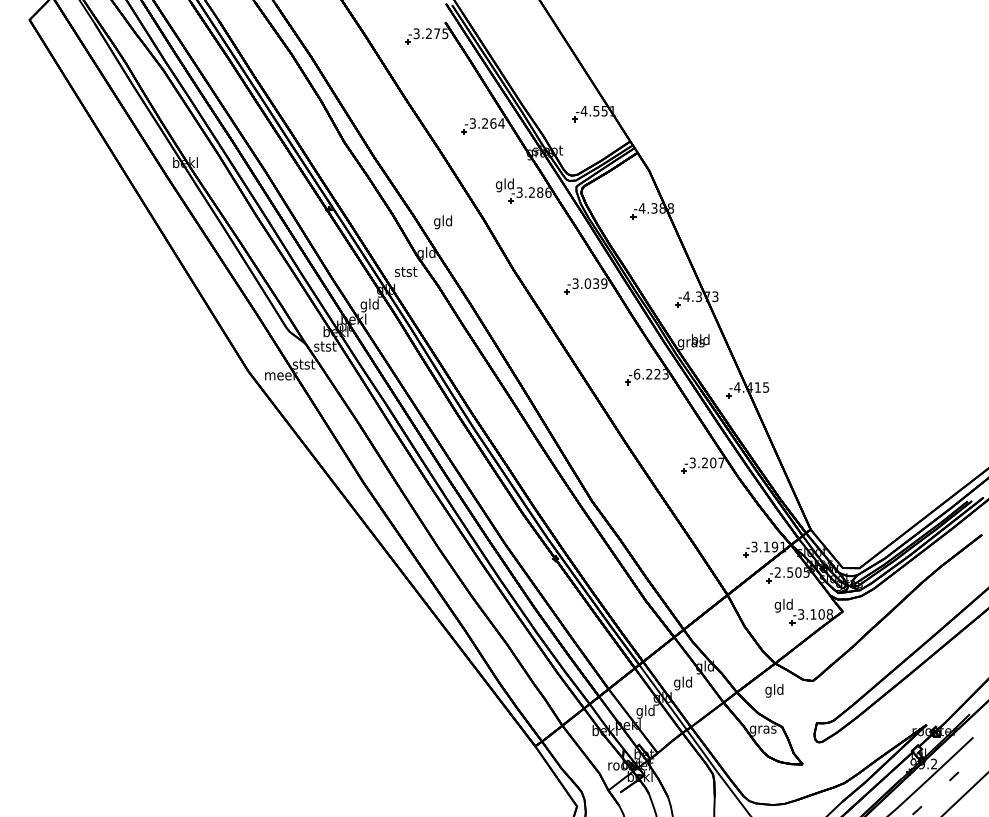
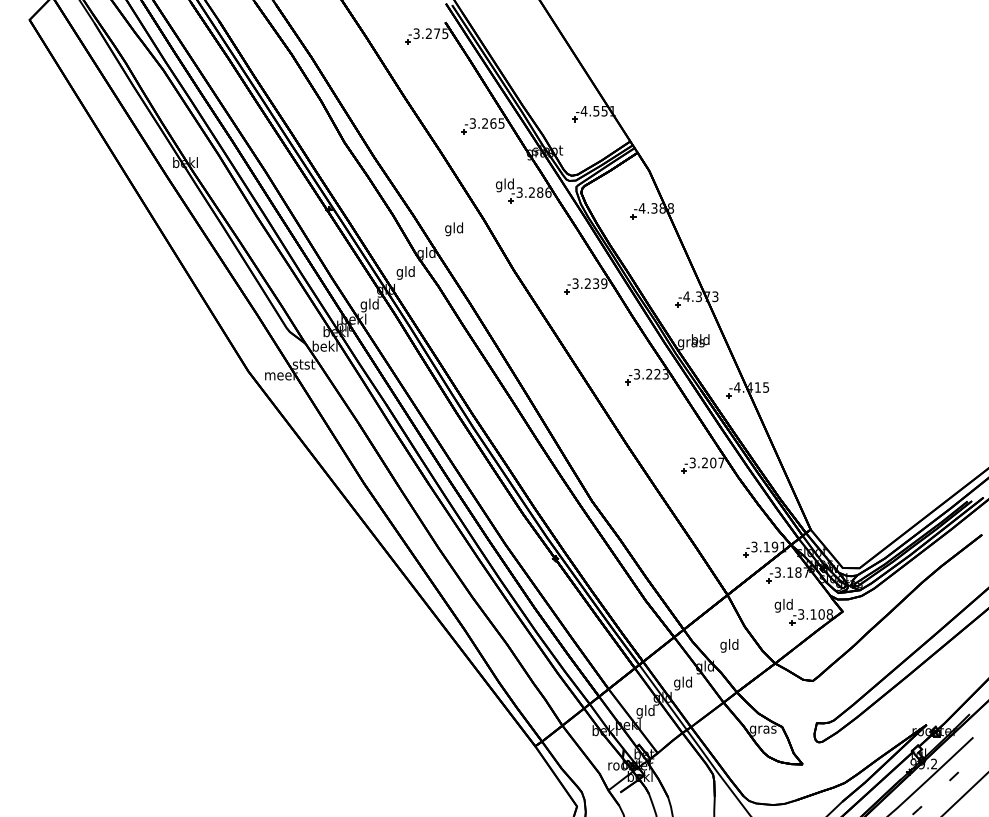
text at (501, 123): -3.264 -> -3.265
text at (442, 222) position: (442, 222) -> (453, 229)
text at (405, 272): stst -> gld
text at (587, 283): -3.039 -> -3.239
text at (324, 345): stst -> bekl
text at (636, 373): -6.223 -> -3.223
text at (791, 572): -2.505 -> -3.187
text at (774, 690) position: (774, 690) -> (729, 645)
